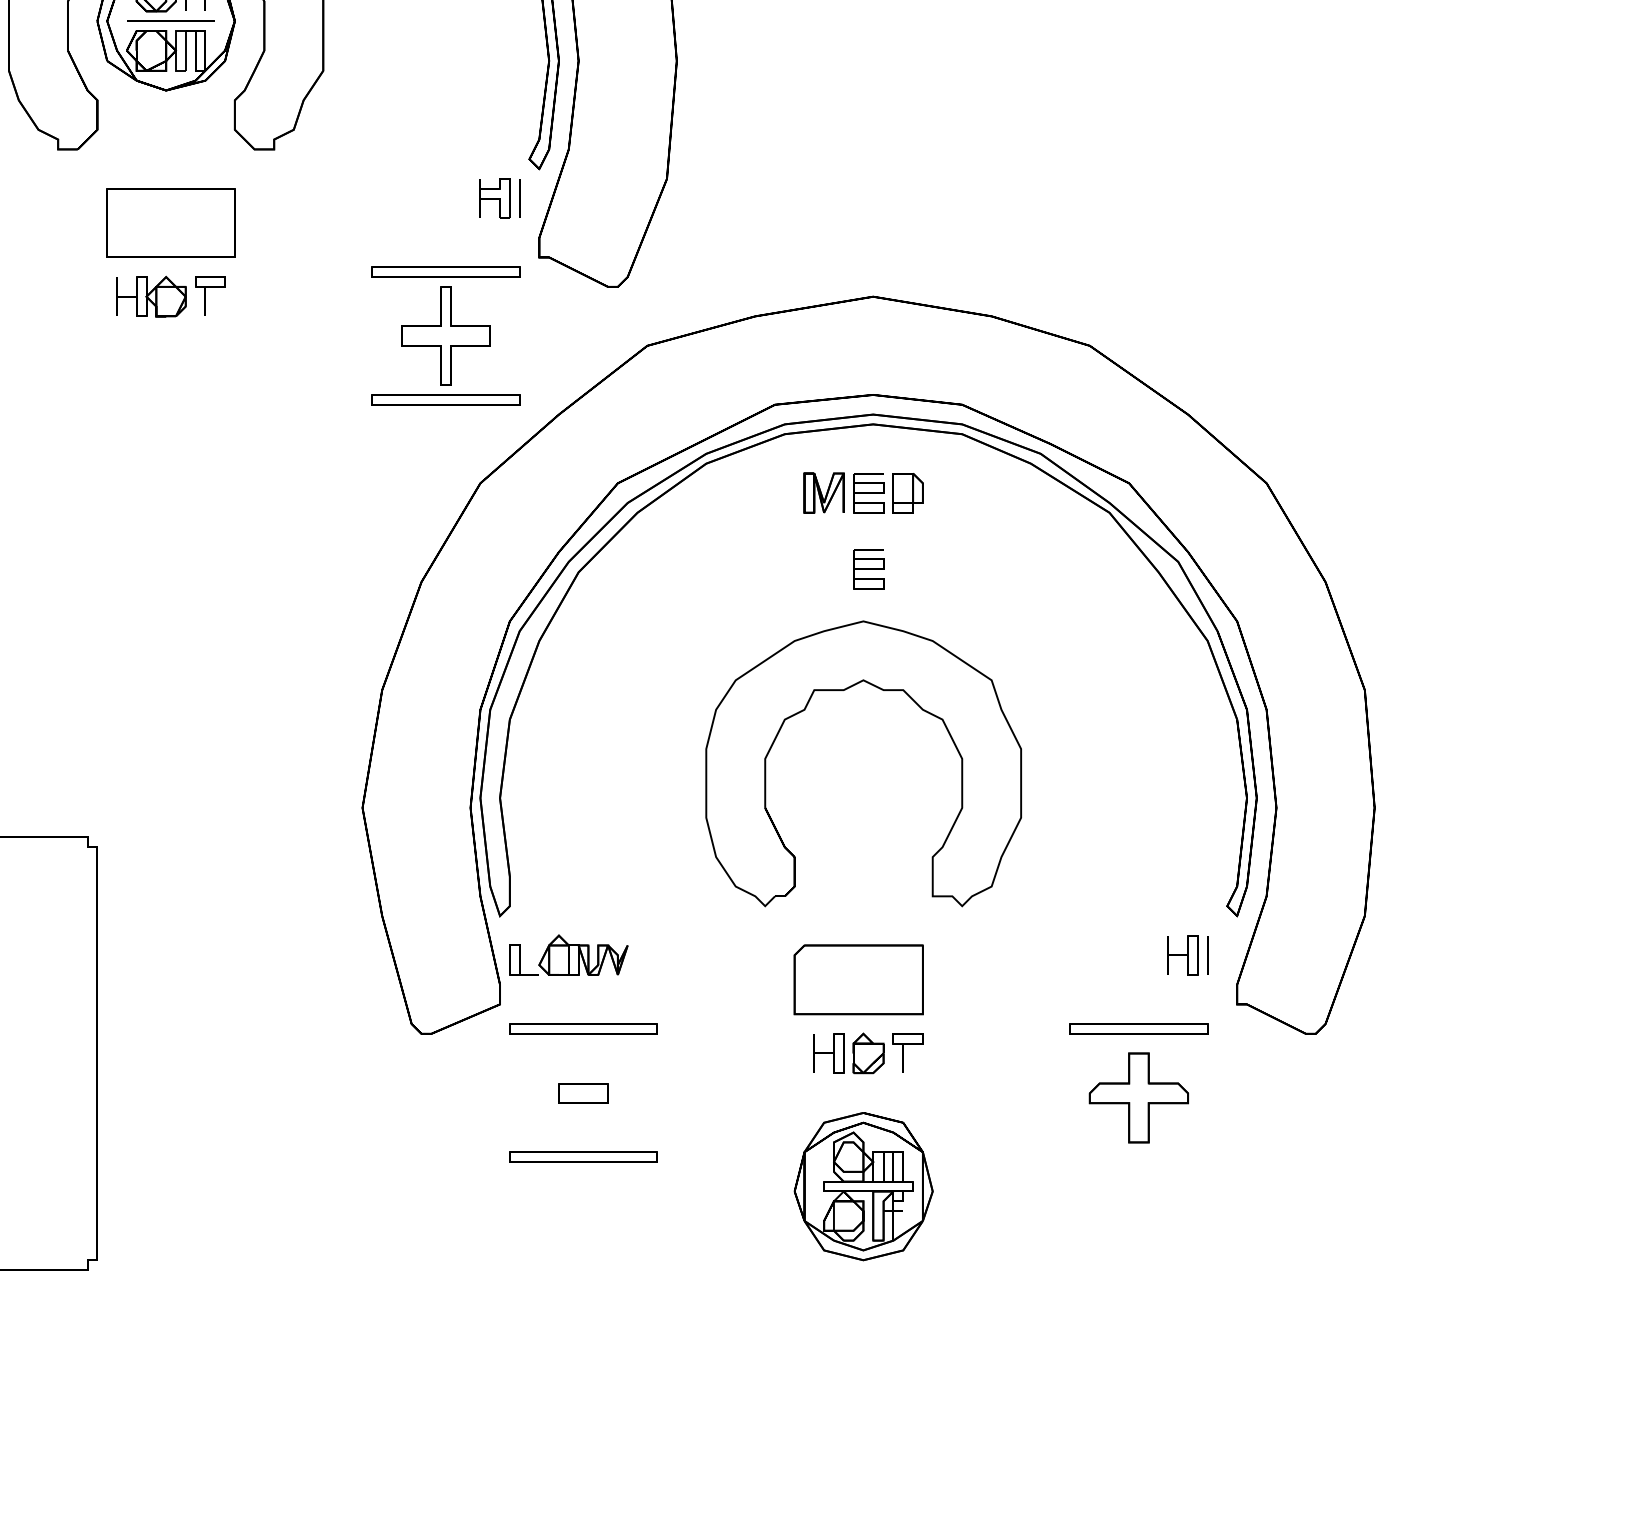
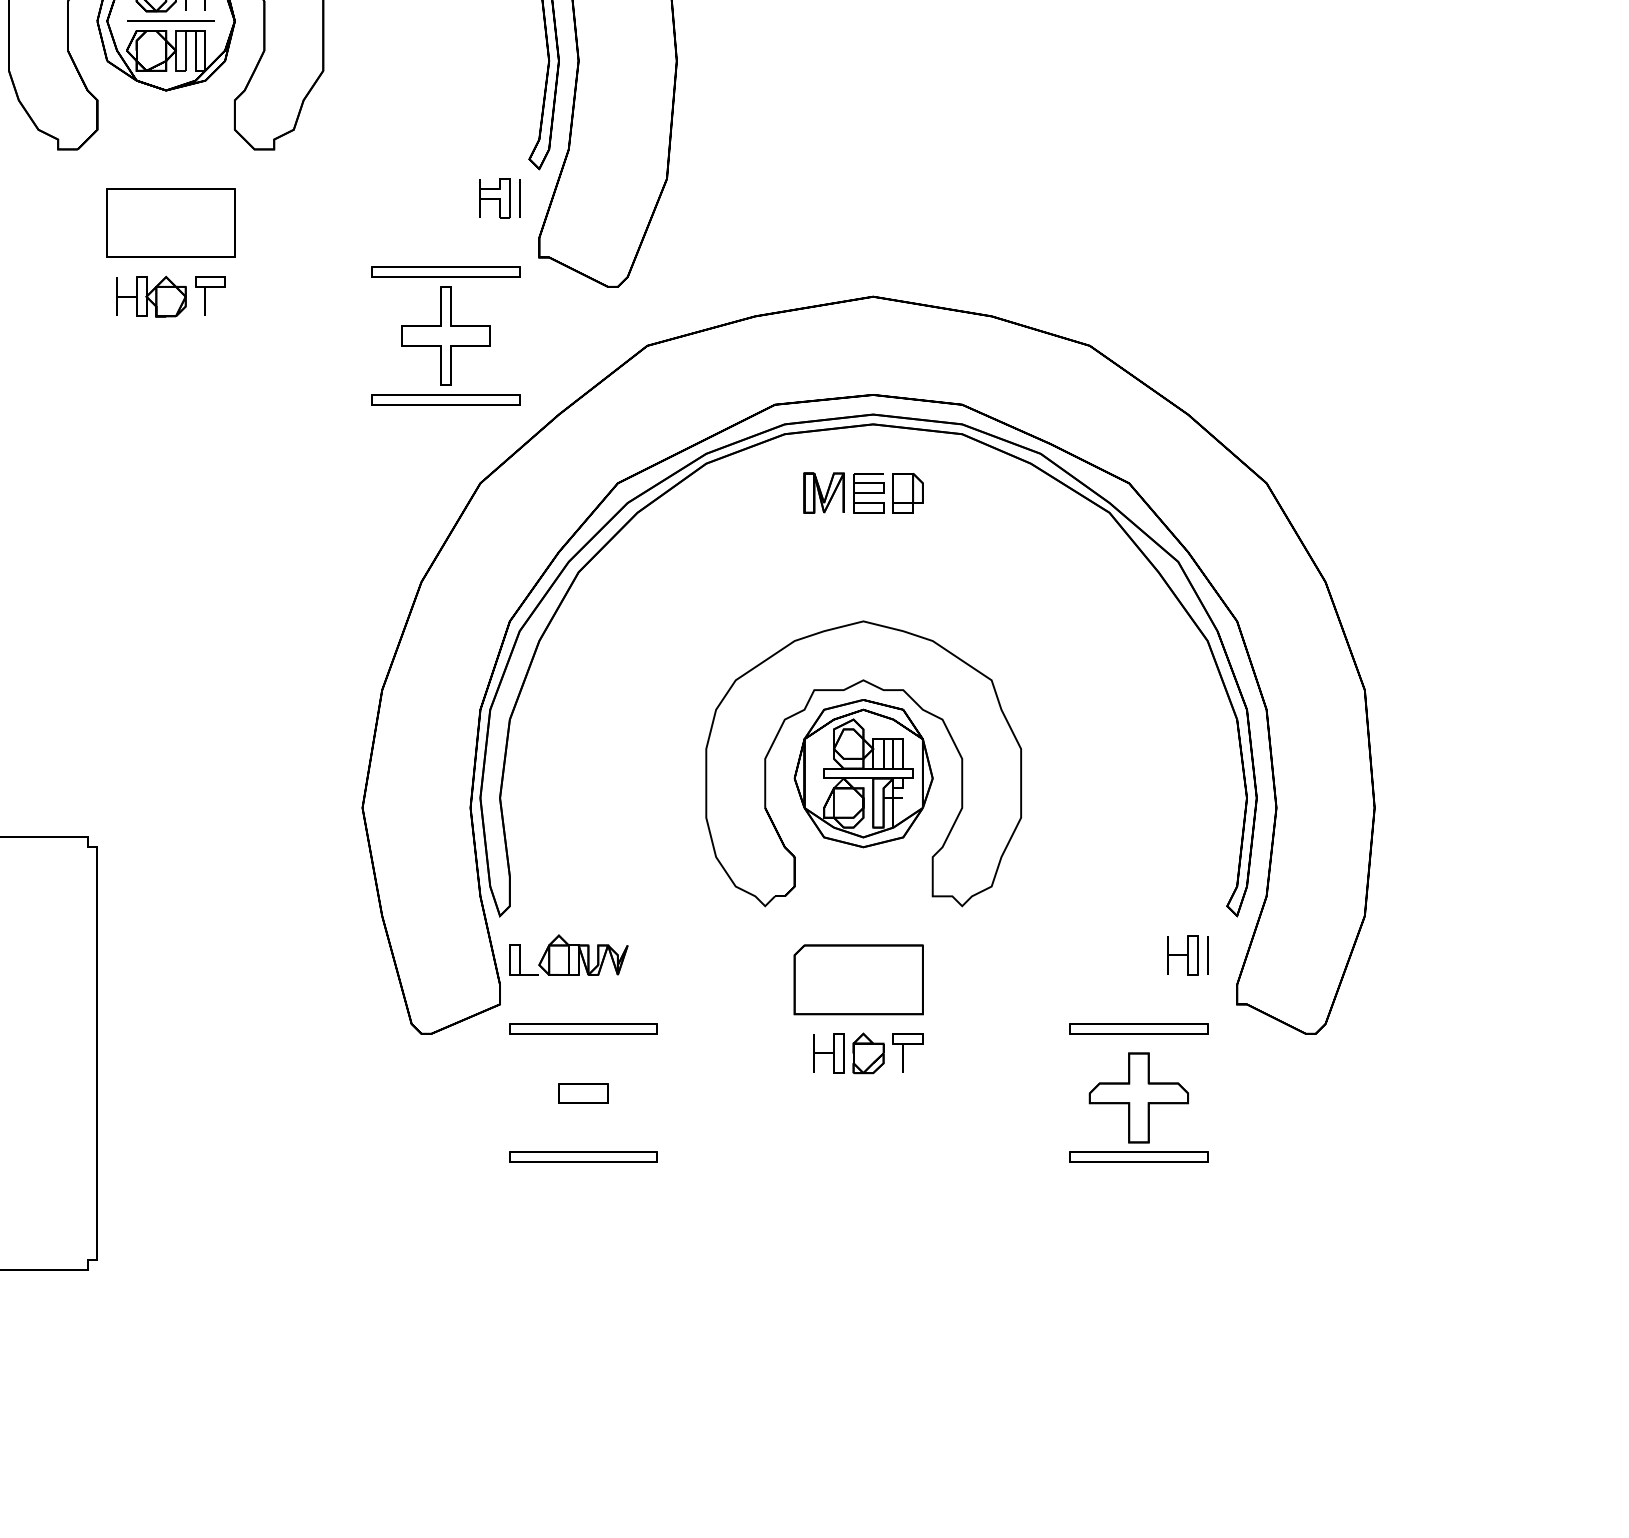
part at (868, 569): present -> none
part at (1138, 1156): none -> present
part at (863, 1186) position: (863, 1186) -> (863, 773)
